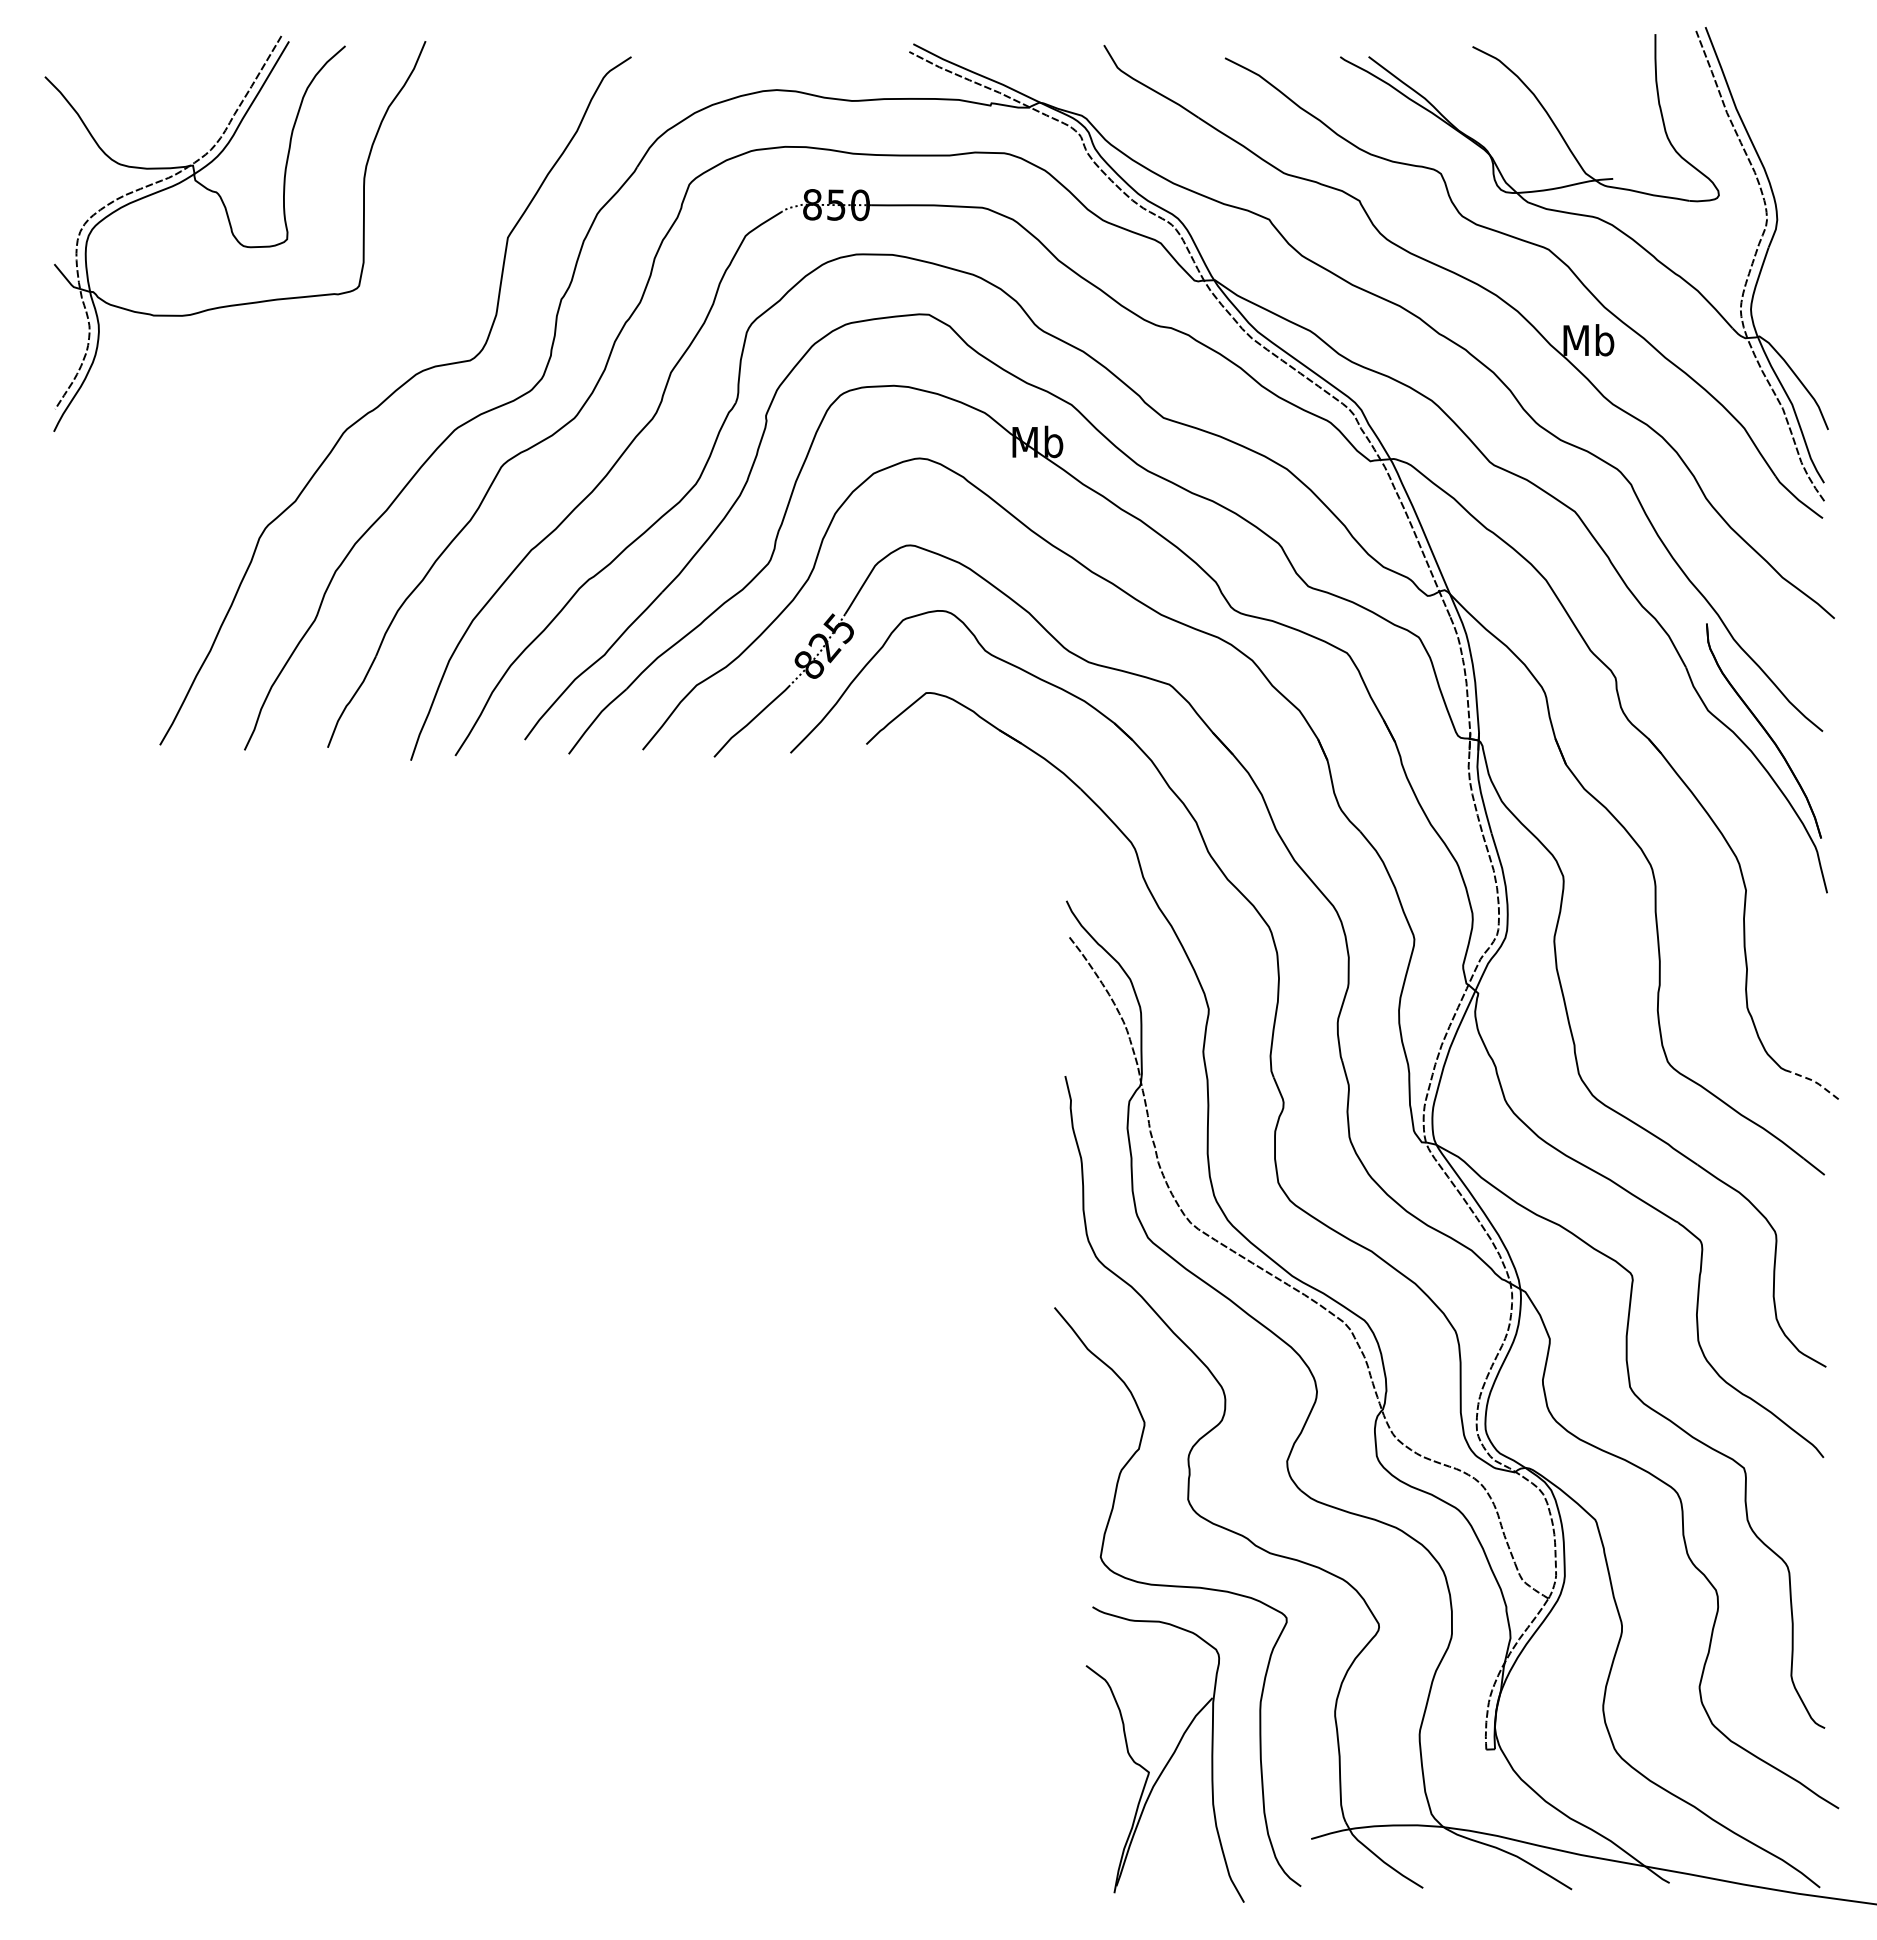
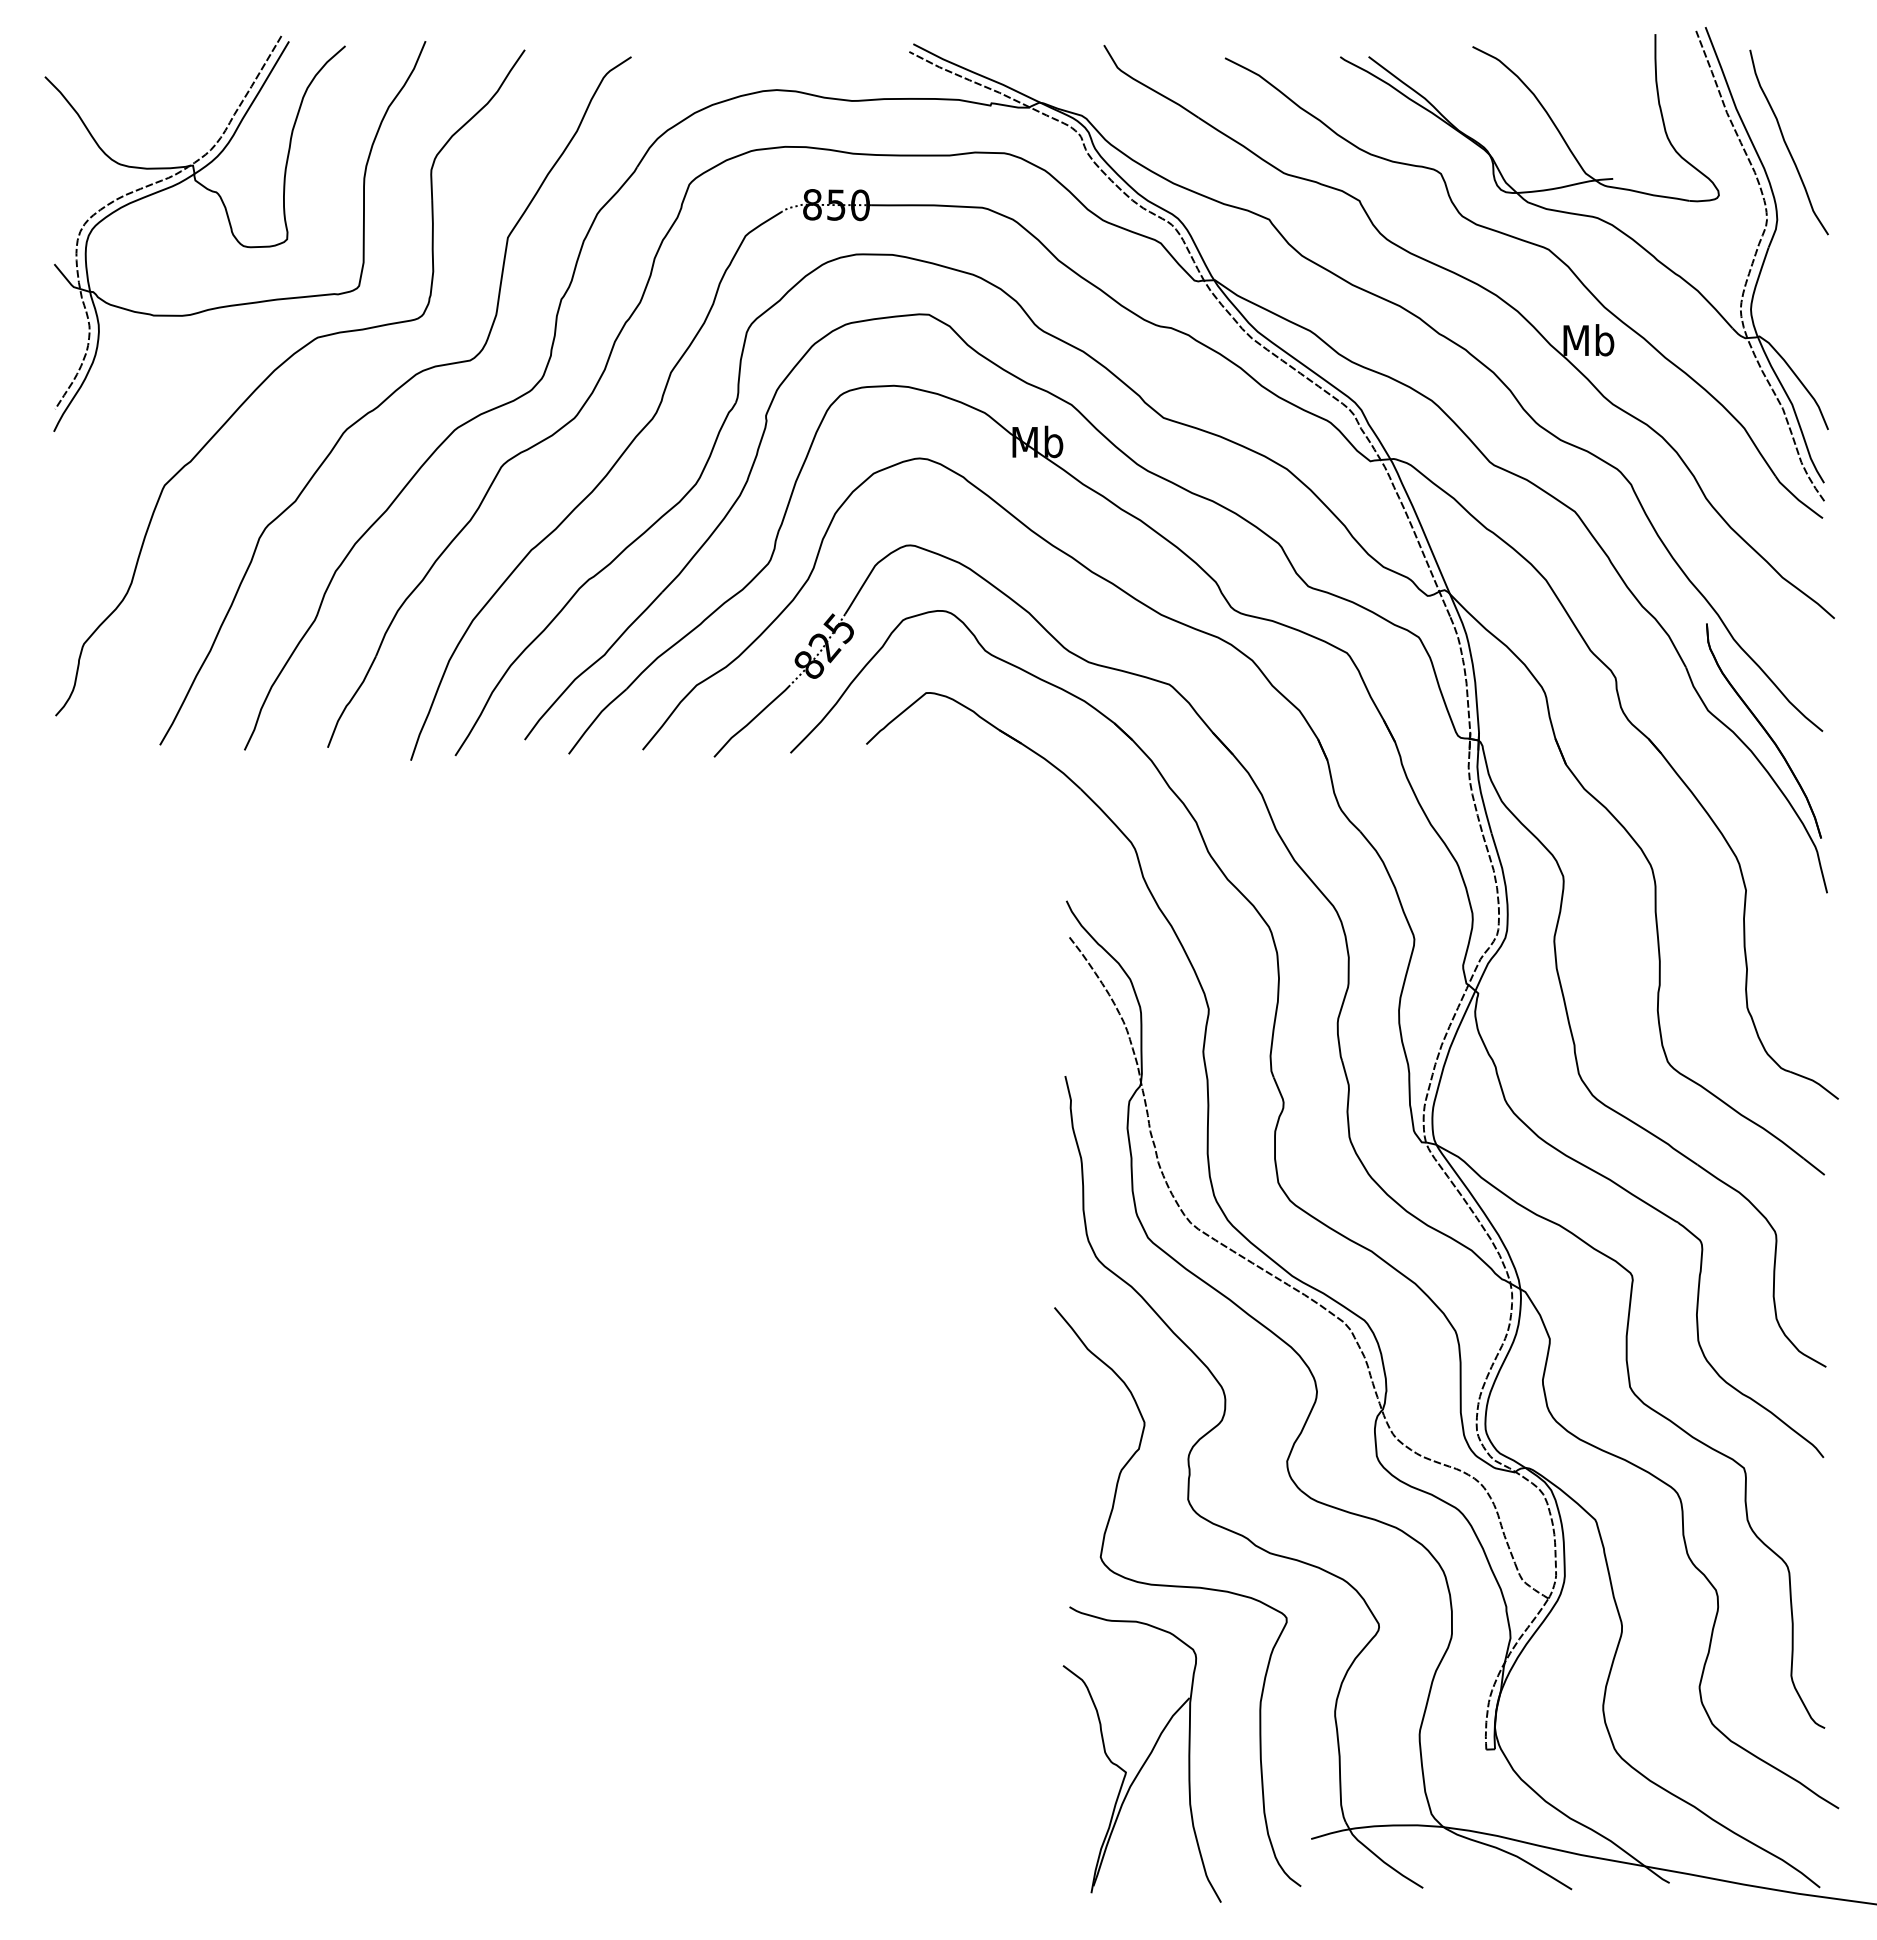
curve at (1786, 142): none -> present
part at (277, 369): none -> present
line at (1815, 1082): dashed -> solid
part at (1170, 1756) position: (1170, 1756) -> (1147, 1756)
